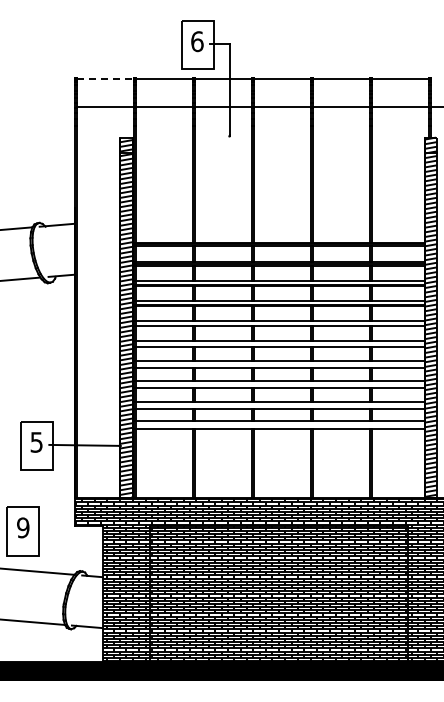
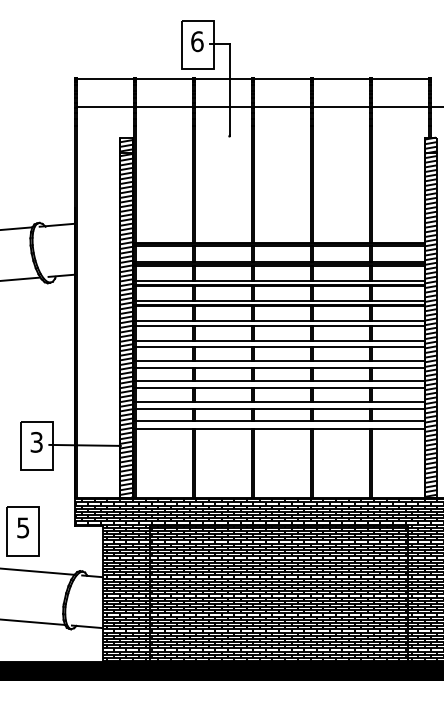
line at (105, 79): dashed -> solid
text at (36, 441): 5 -> 3
text at (23, 527): 9 -> 5
